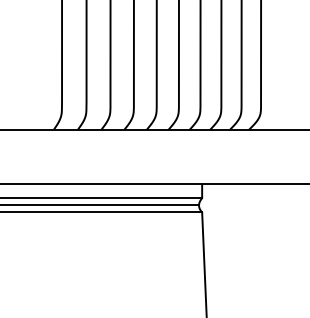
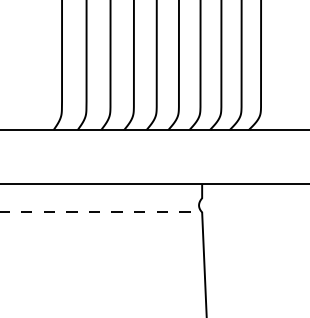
line at (102, 198): present -> none
line at (100, 205): present -> none
line at (101, 212): solid -> dashed
